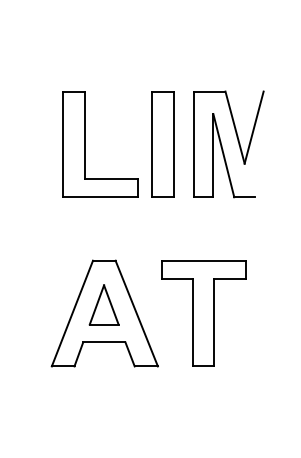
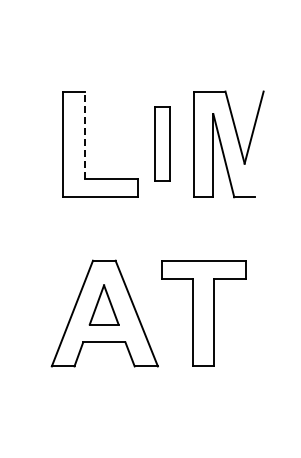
line at (84, 135): solid -> dashed
part at (162, 144) size: 24x107 px -> 17x76 px
